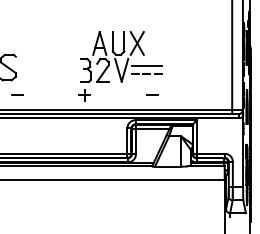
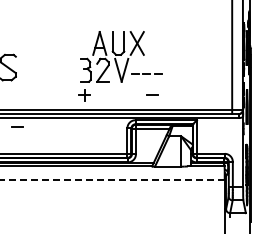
line at (146, 66): present -> none
line at (17, 94) position: (17, 94) -> (17, 126)
line at (112, 179): solid -> dashed
